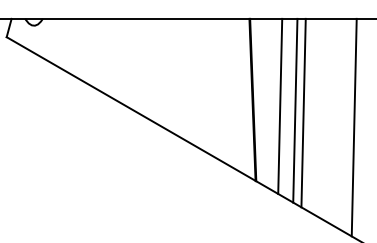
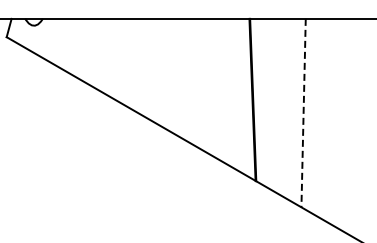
line at (280, 105): present -> none
line at (295, 110): present -> none
line at (303, 113): solid -> dashed
line at (353, 127): present -> none
